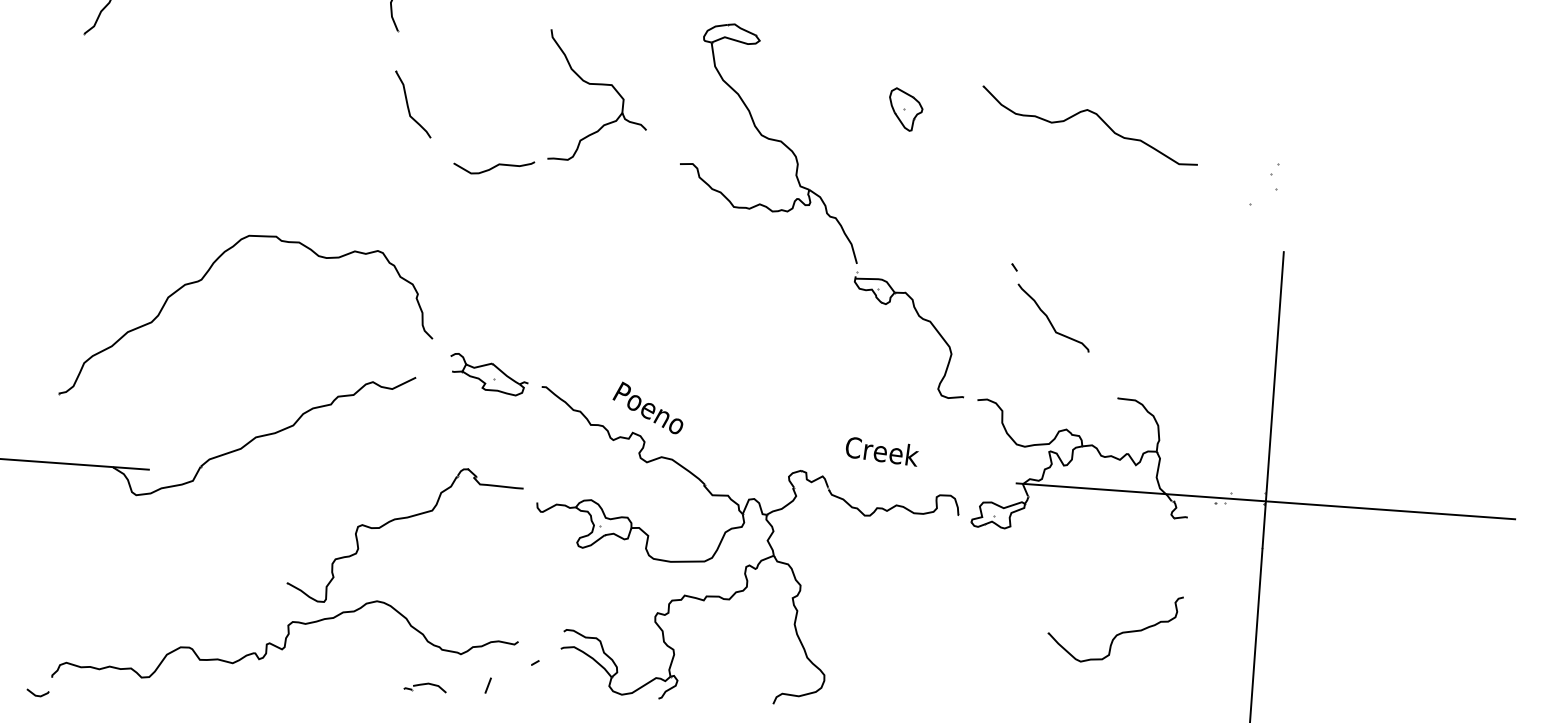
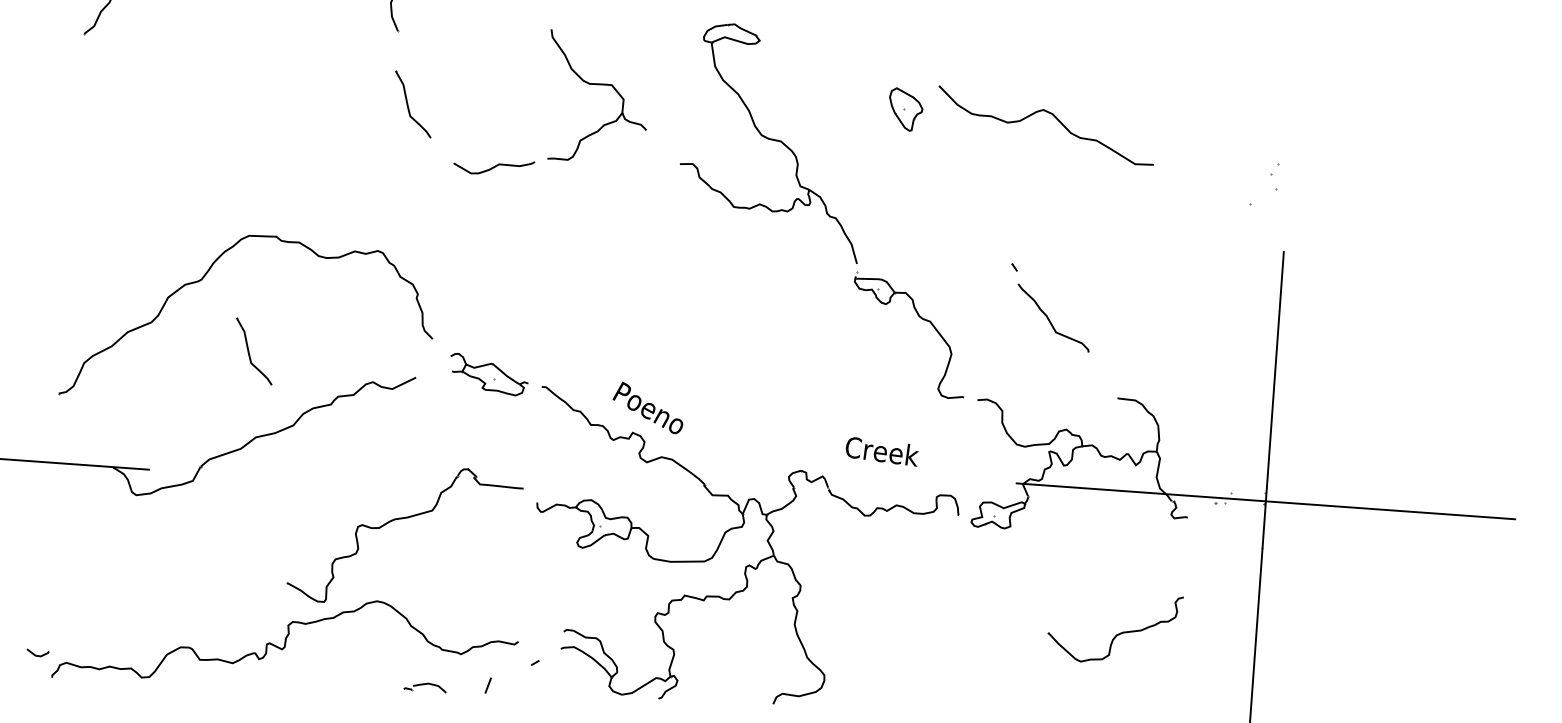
part at (1097, 116) position: (1097, 116) -> (1053, 116)
part at (254, 351): none -> present
line at (36, 694) position: (36, 694) -> (36, 654)
